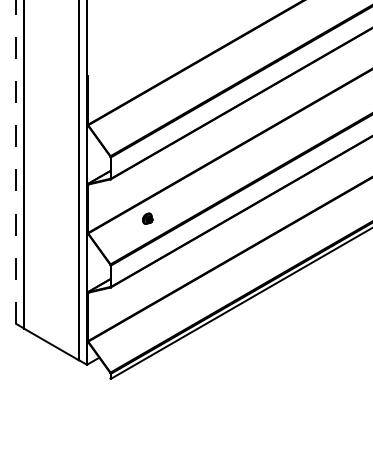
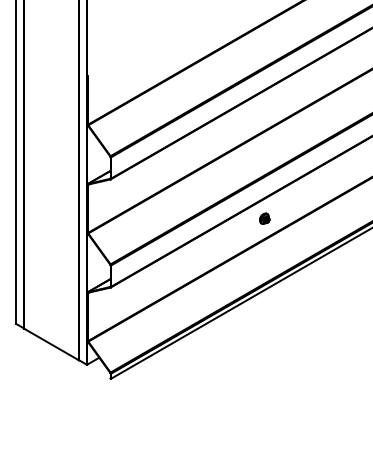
line at (16, 161): dashed -> solid
part at (147, 218) position: (147, 218) -> (264, 218)
